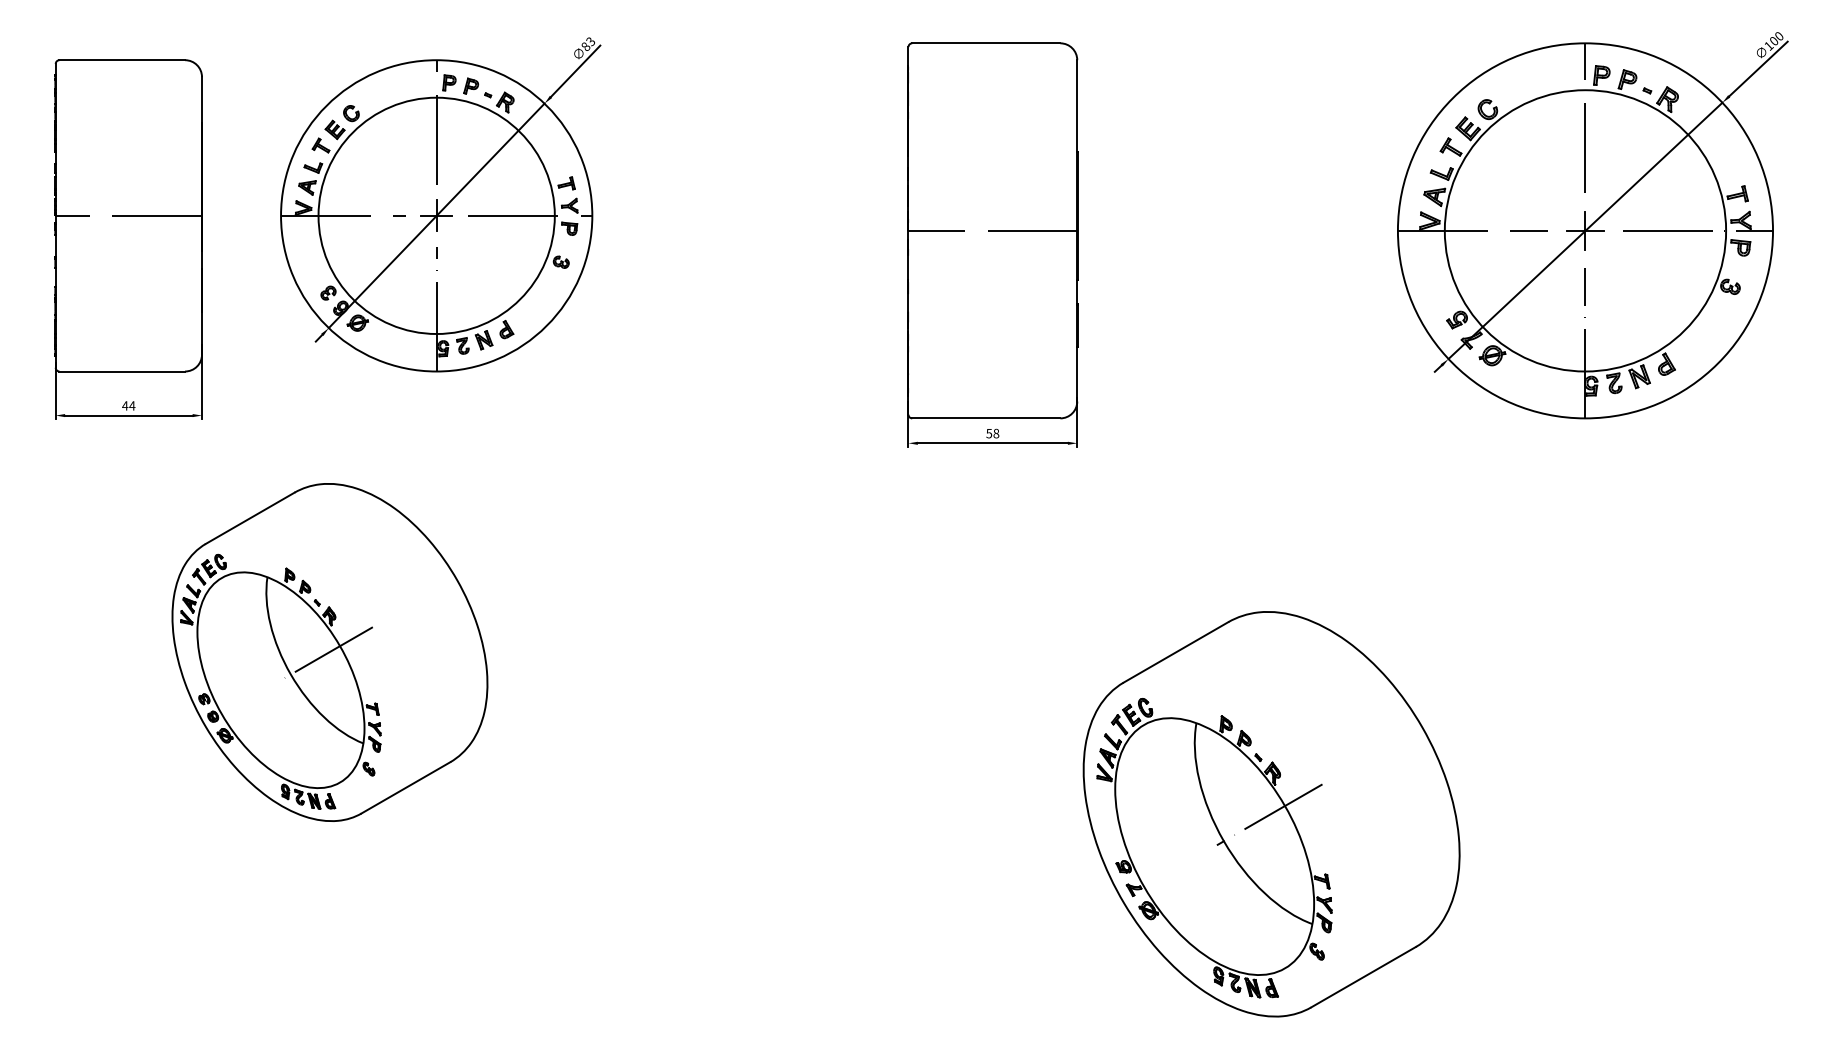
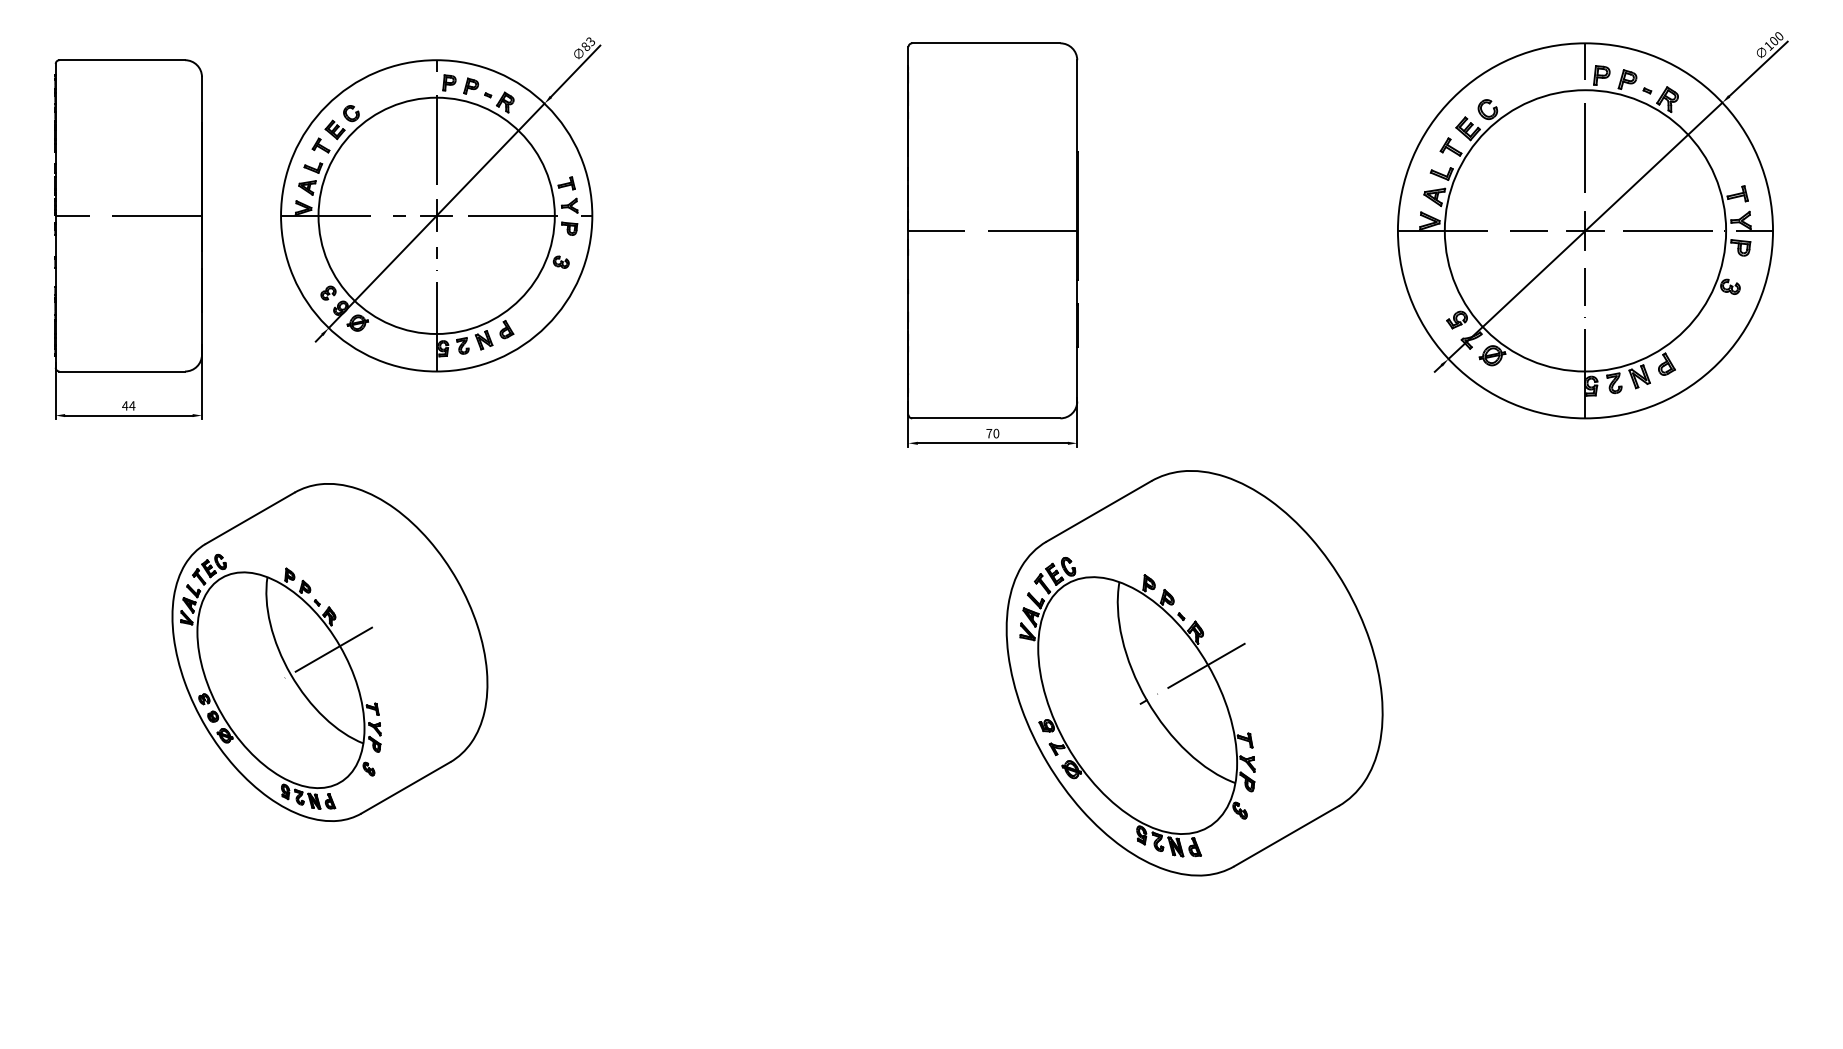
text at (992, 433): 58 -> 70
part at (1271, 814) position: (1271, 814) -> (1194, 673)
